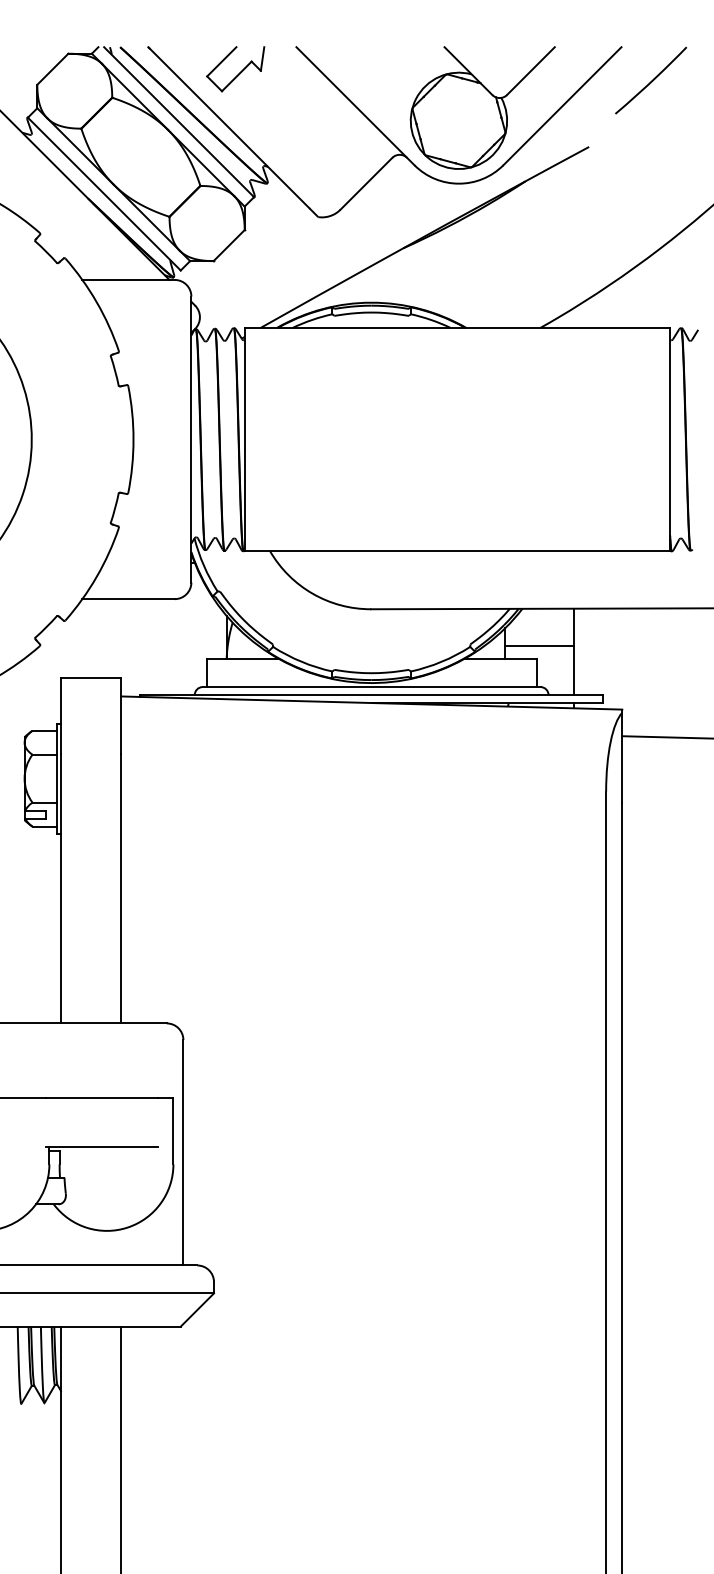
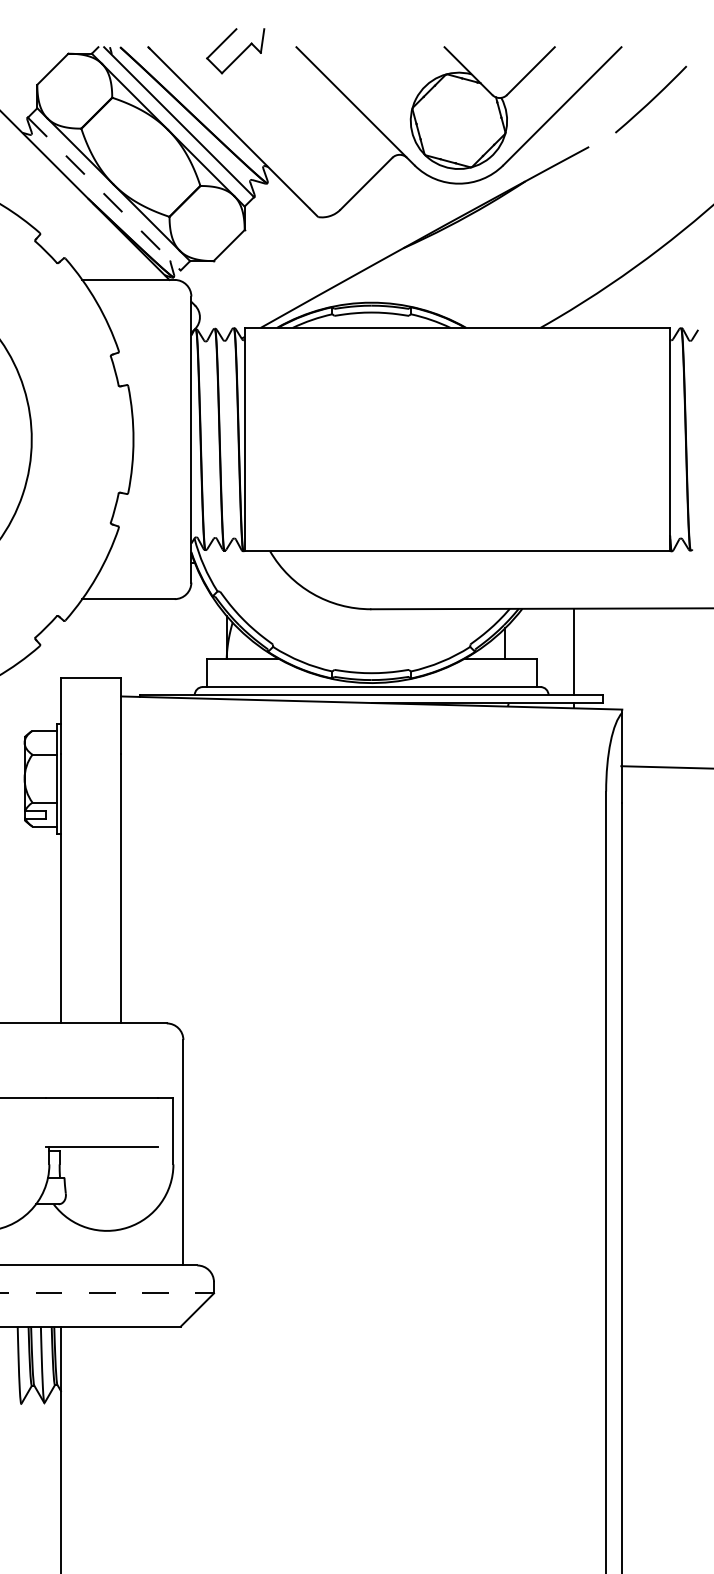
part at (235, 69) position: (235, 69) -> (235, 51)
curve at (651, 80) position: (651, 80) -> (651, 99)
line at (104, 194): solid -> dashed
line at (539, 645): present -> none
line at (666, 737) position: (666, 737) -> (665, 767)
line at (107, 1293): solid -> dashed
line at (121, 1448): present -> none
